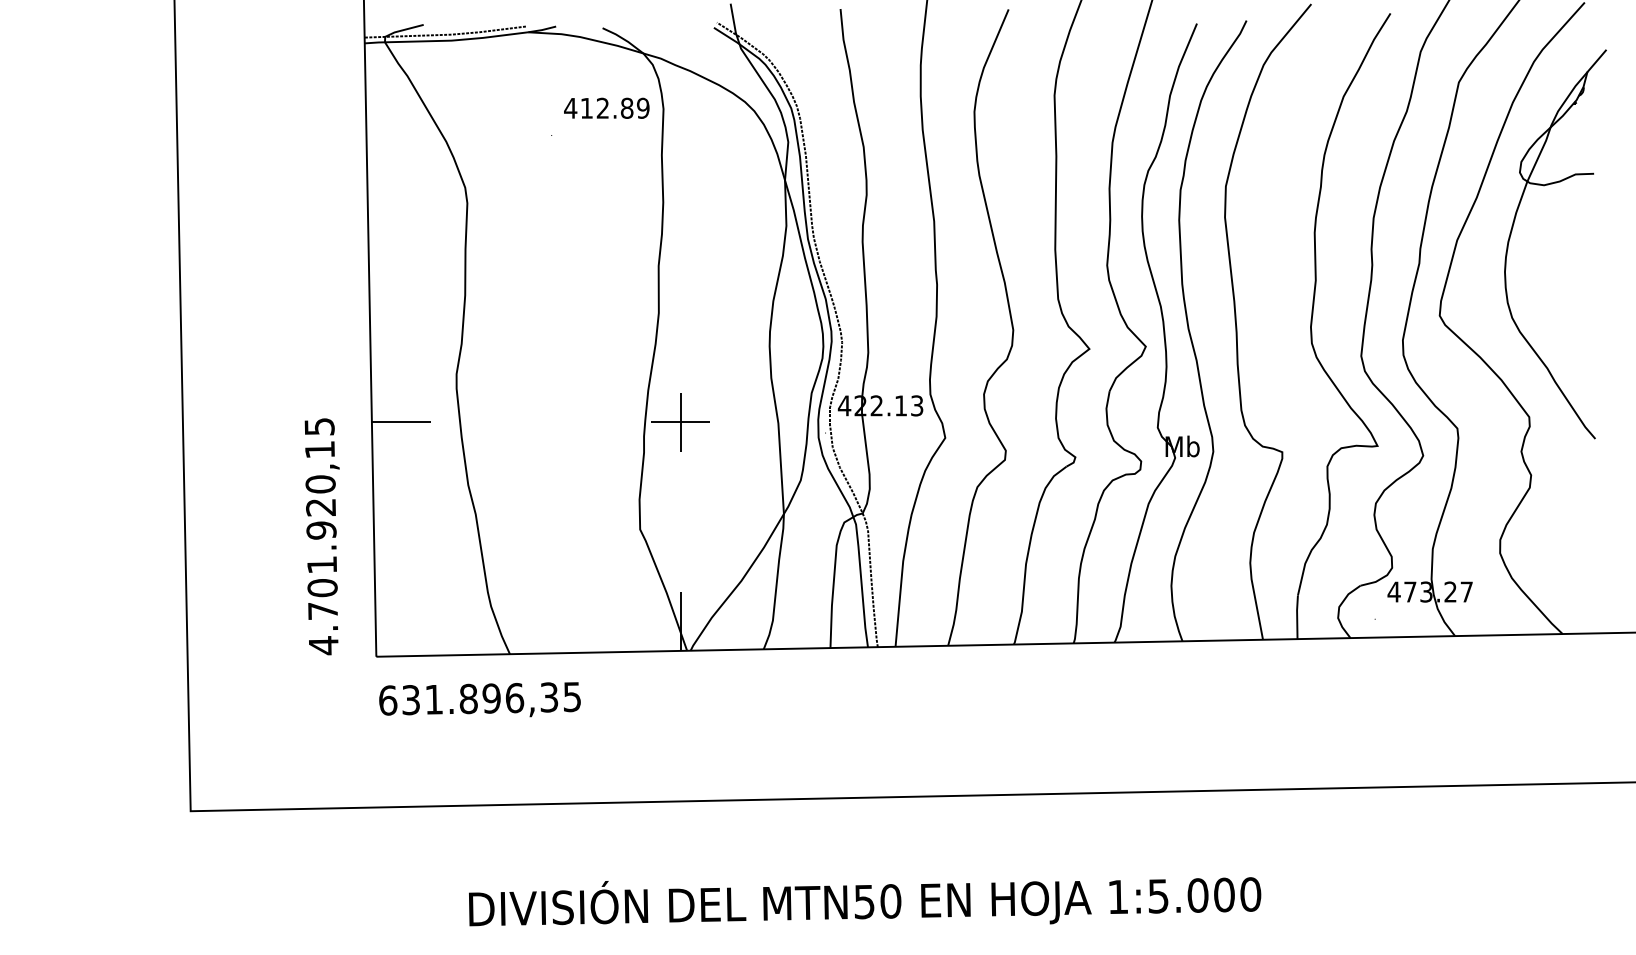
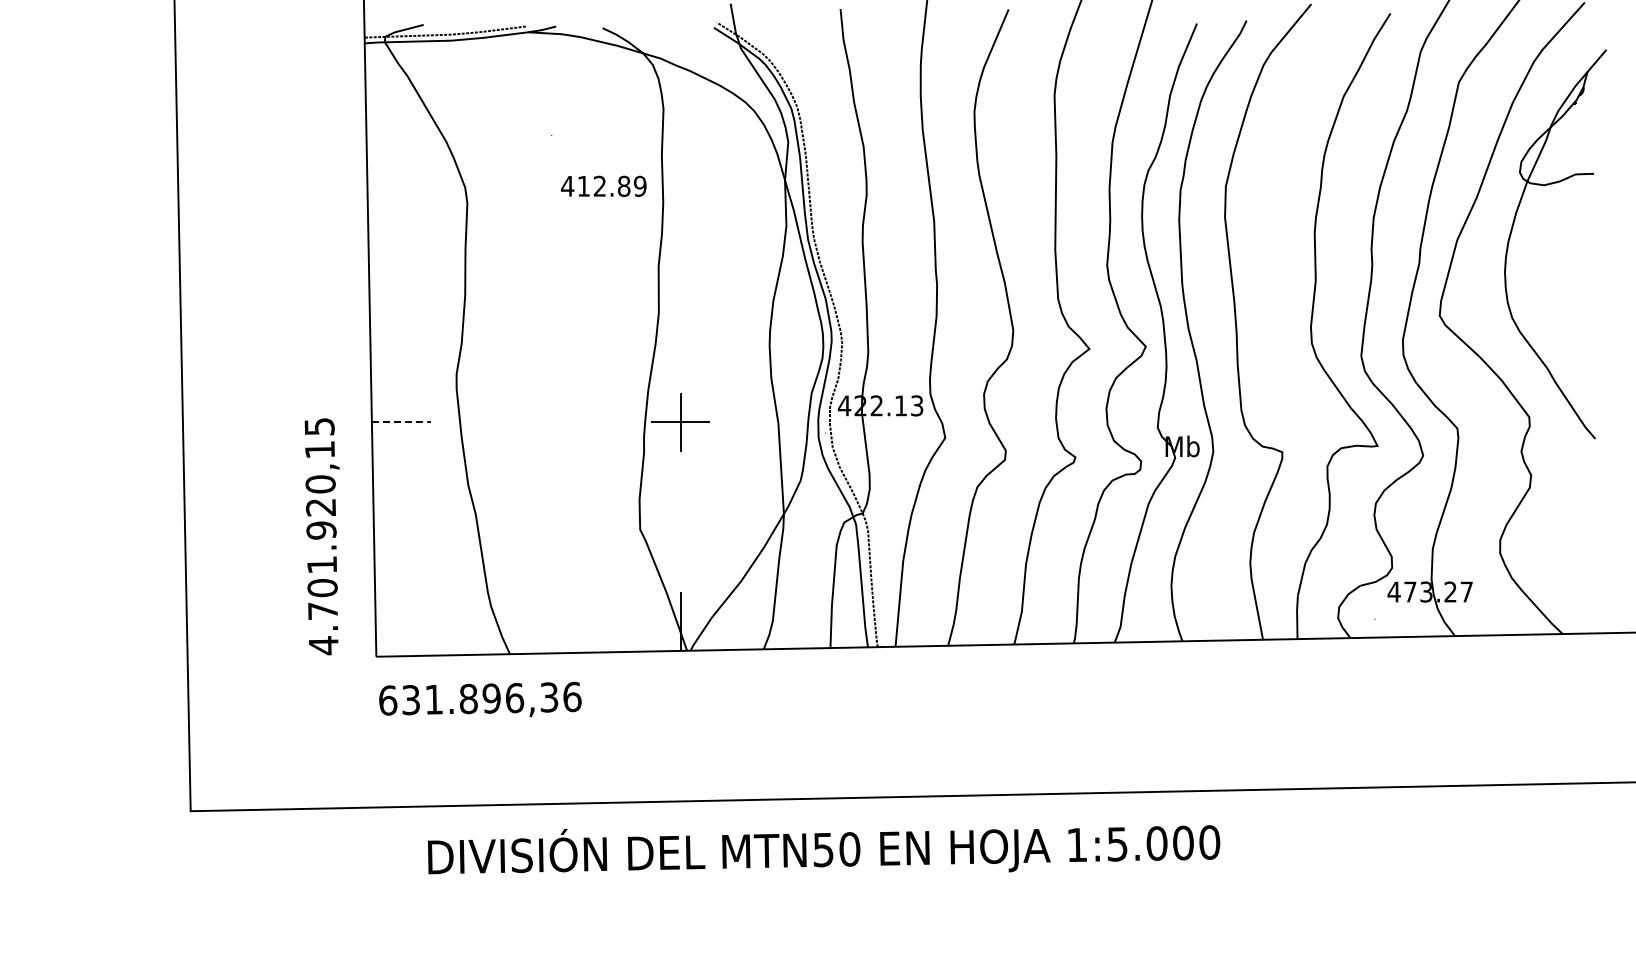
text at (606, 107) position: (606, 107) -> (603, 185)
line at (401, 422): solid -> dashed
text at (572, 696): 631.896,35 -> 631.896,36
text at (865, 901) position: (865, 901) -> (824, 849)
